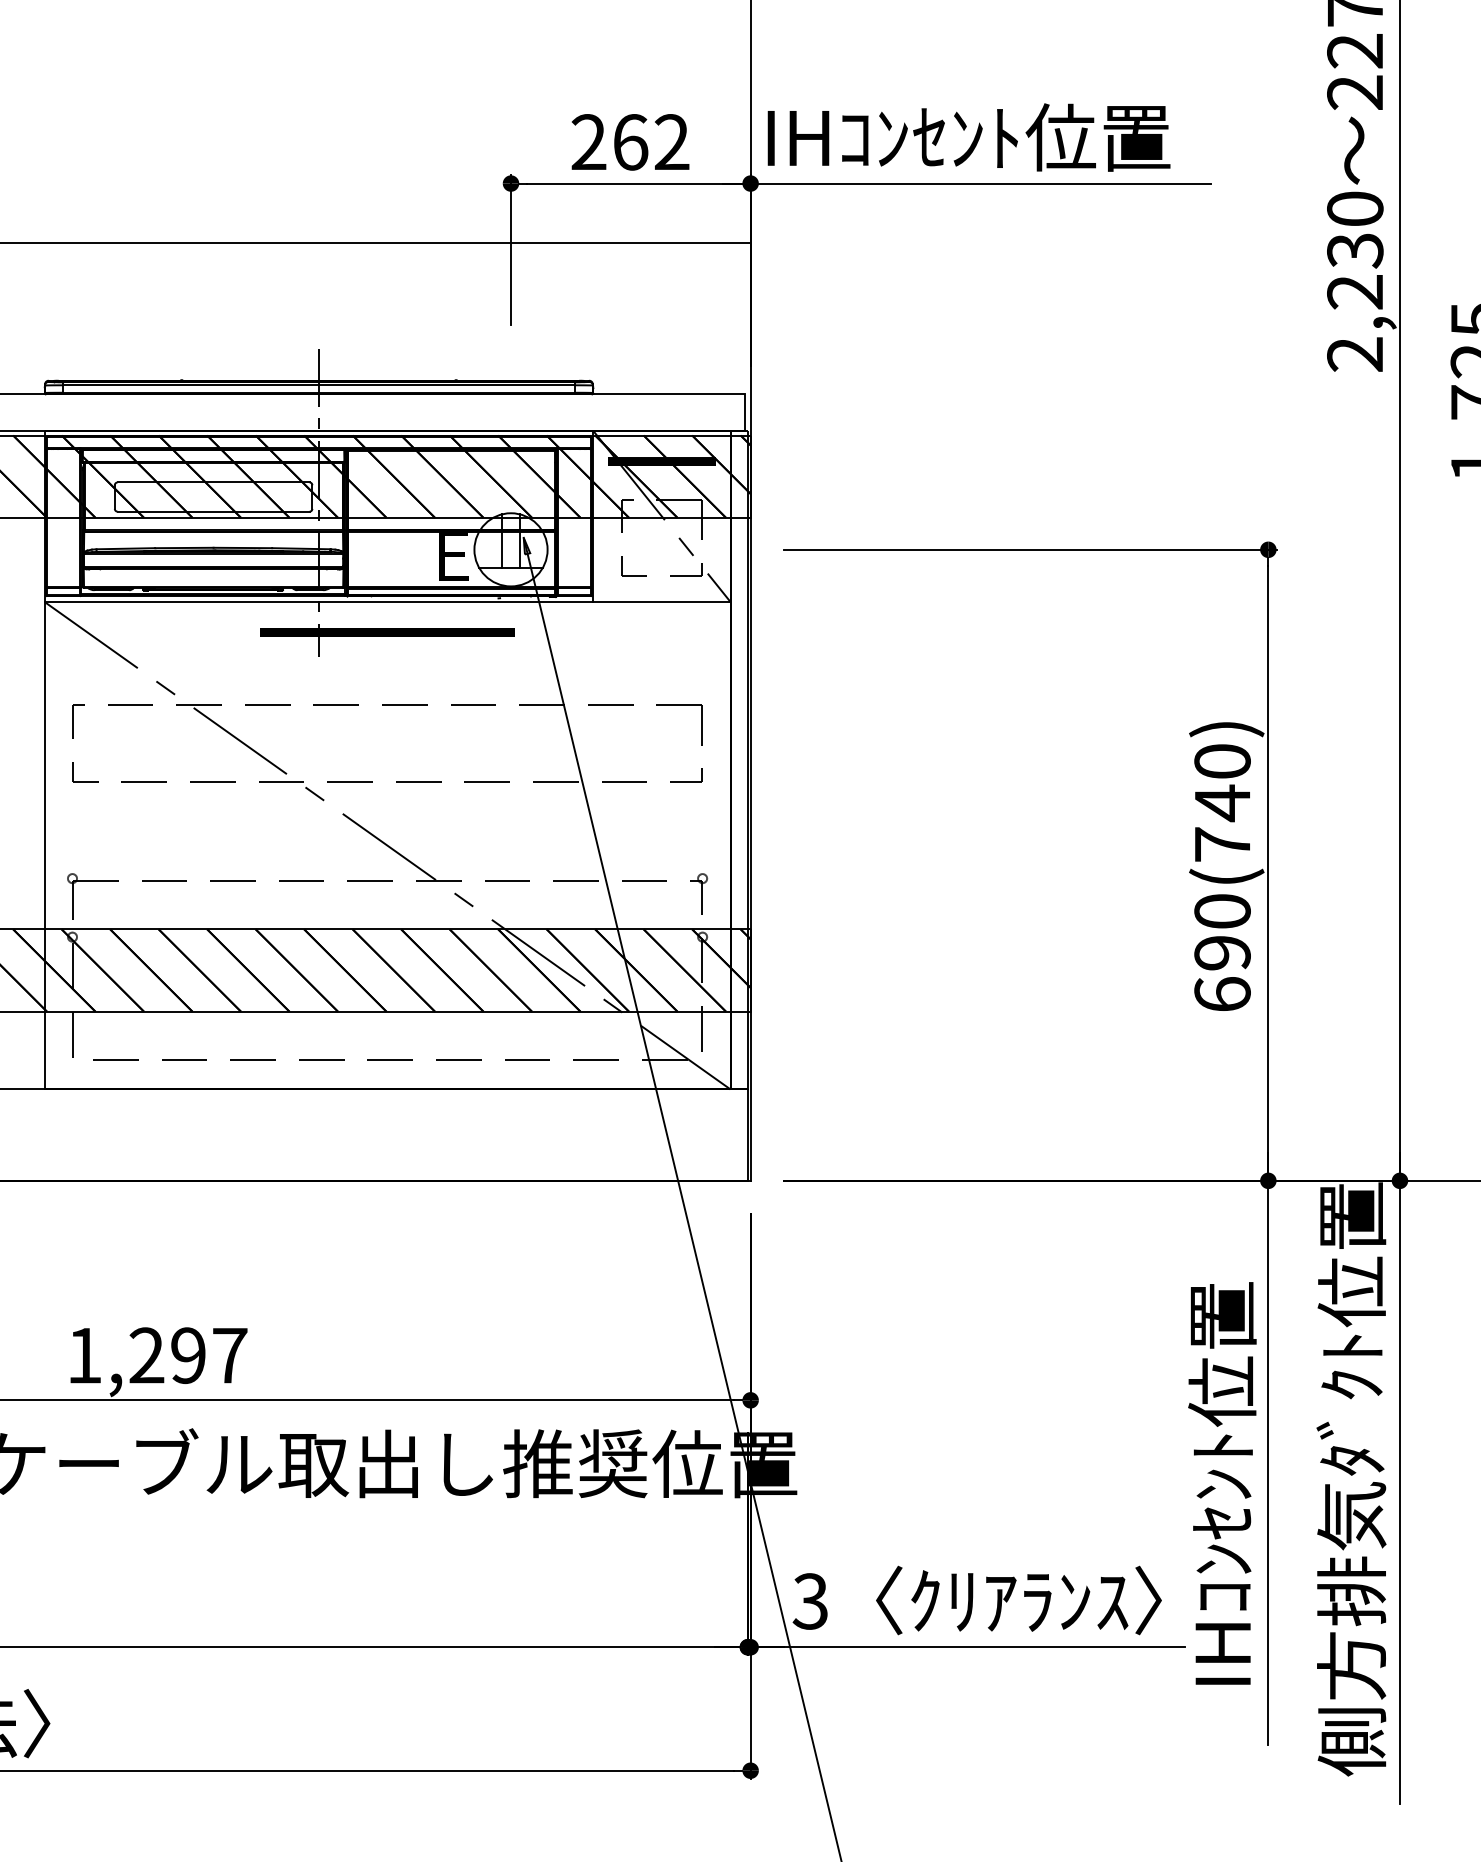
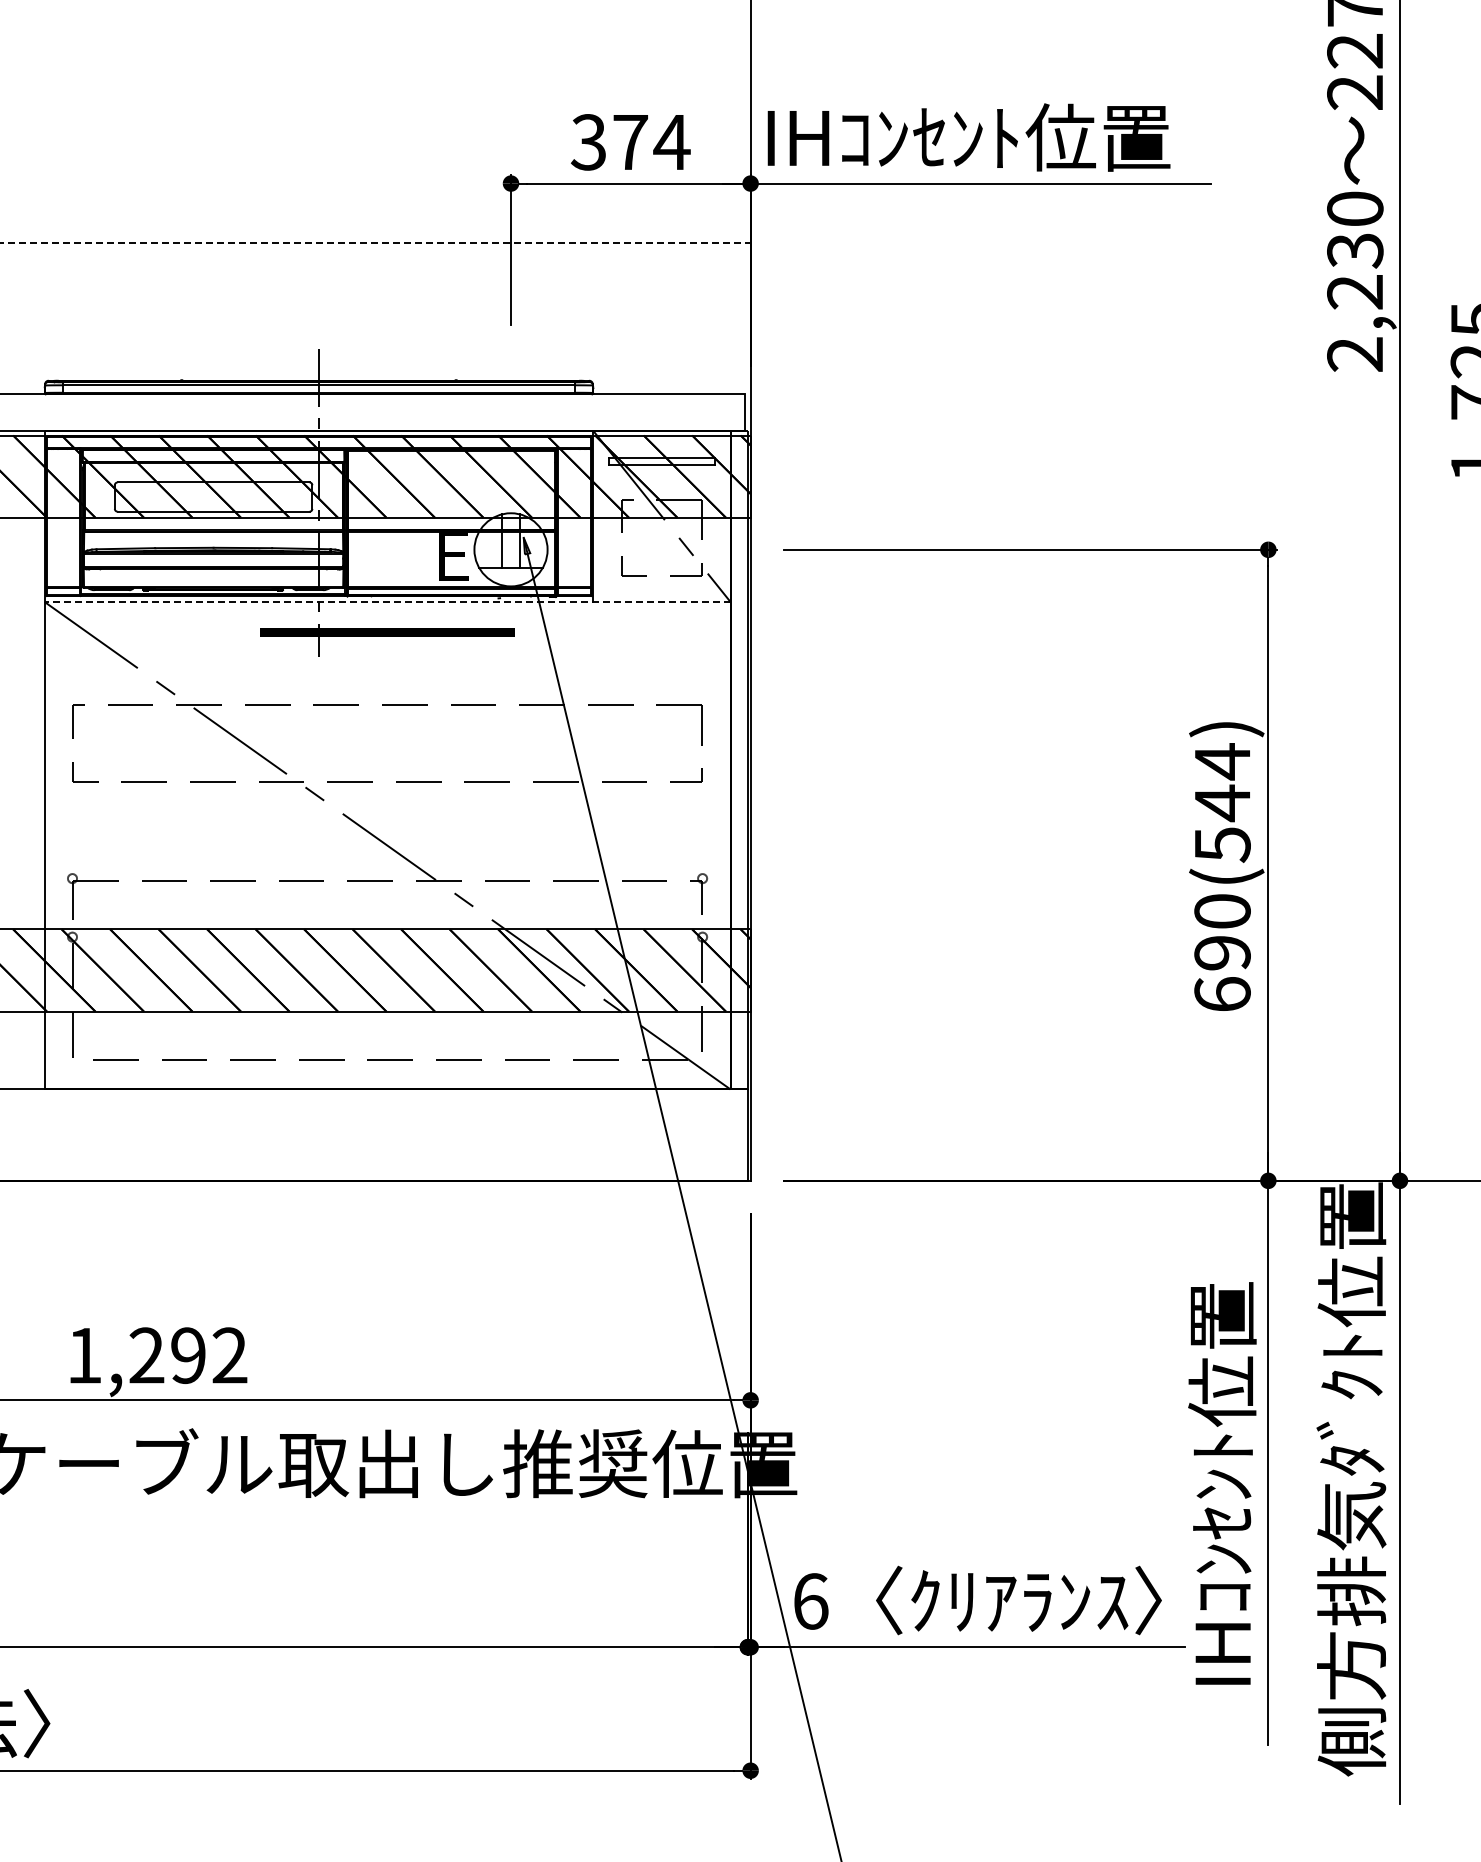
text at (630, 142): 262 -> 374
line at (375, 243): solid -> dashed
hatch at (661, 461): present -> none
line at (387, 601): solid -> dashed
text at (1222, 803): 690(740) -> 690(544)
text at (229, 1355): 1,297 -> 1,292
text at (810, 1601): 3 -> 6
